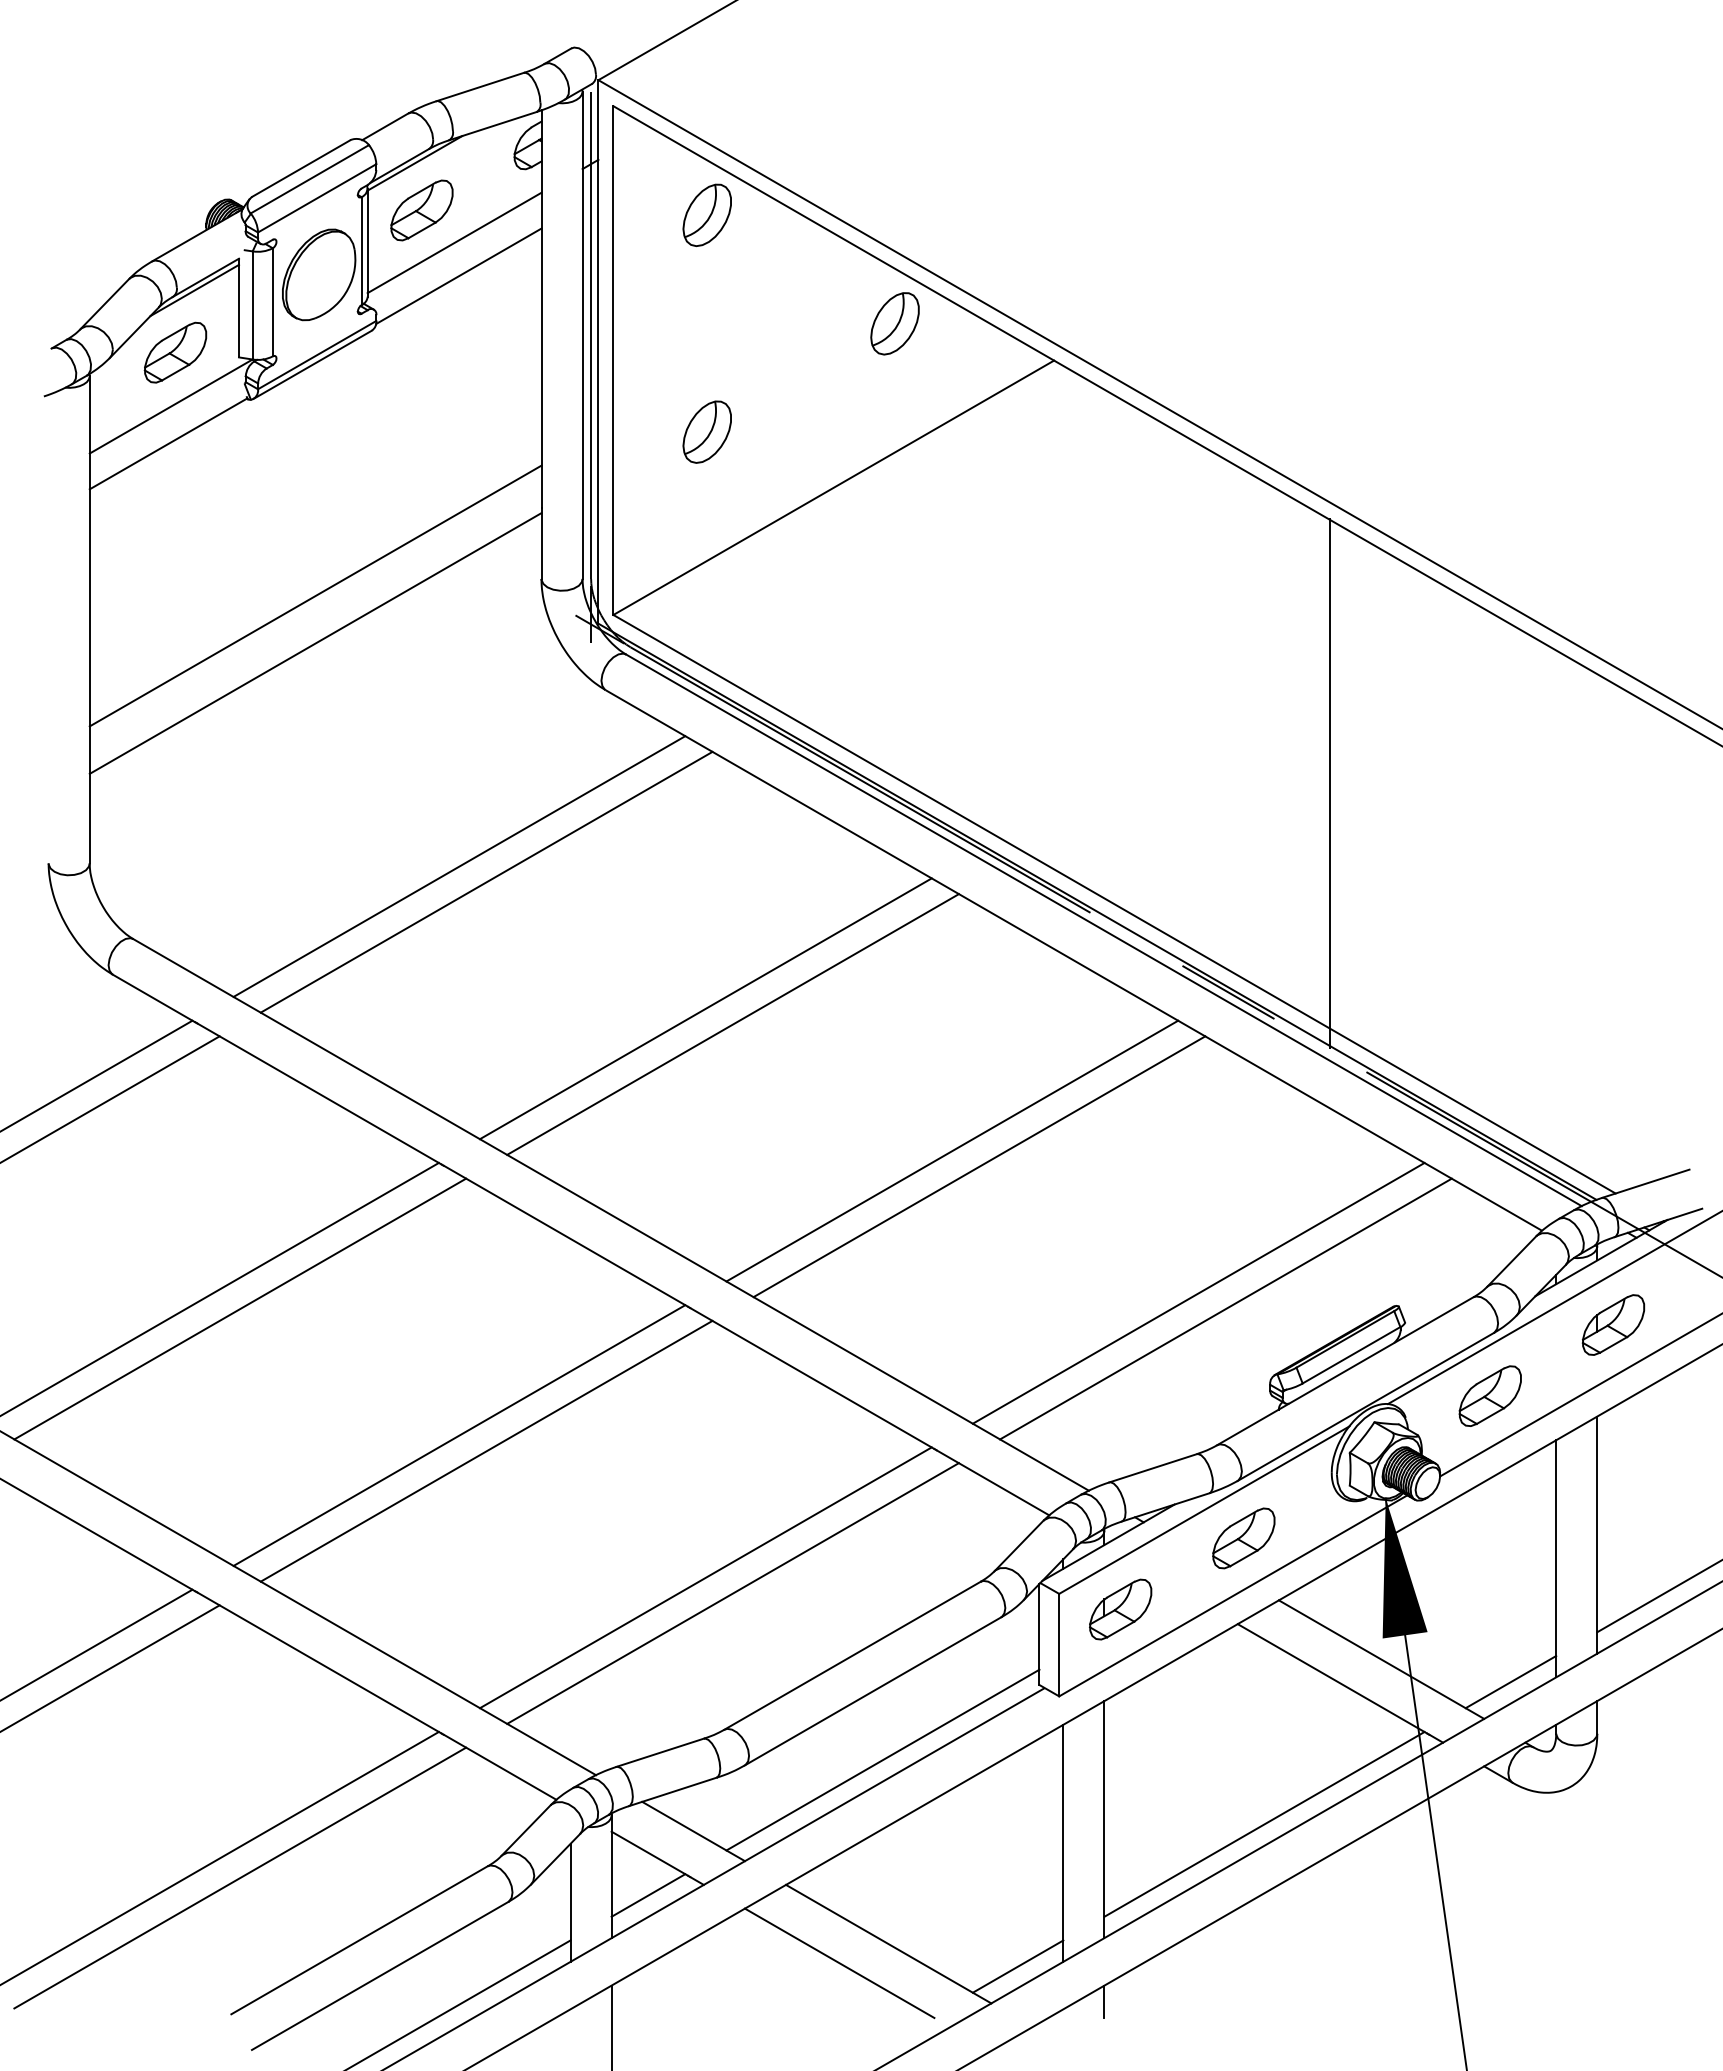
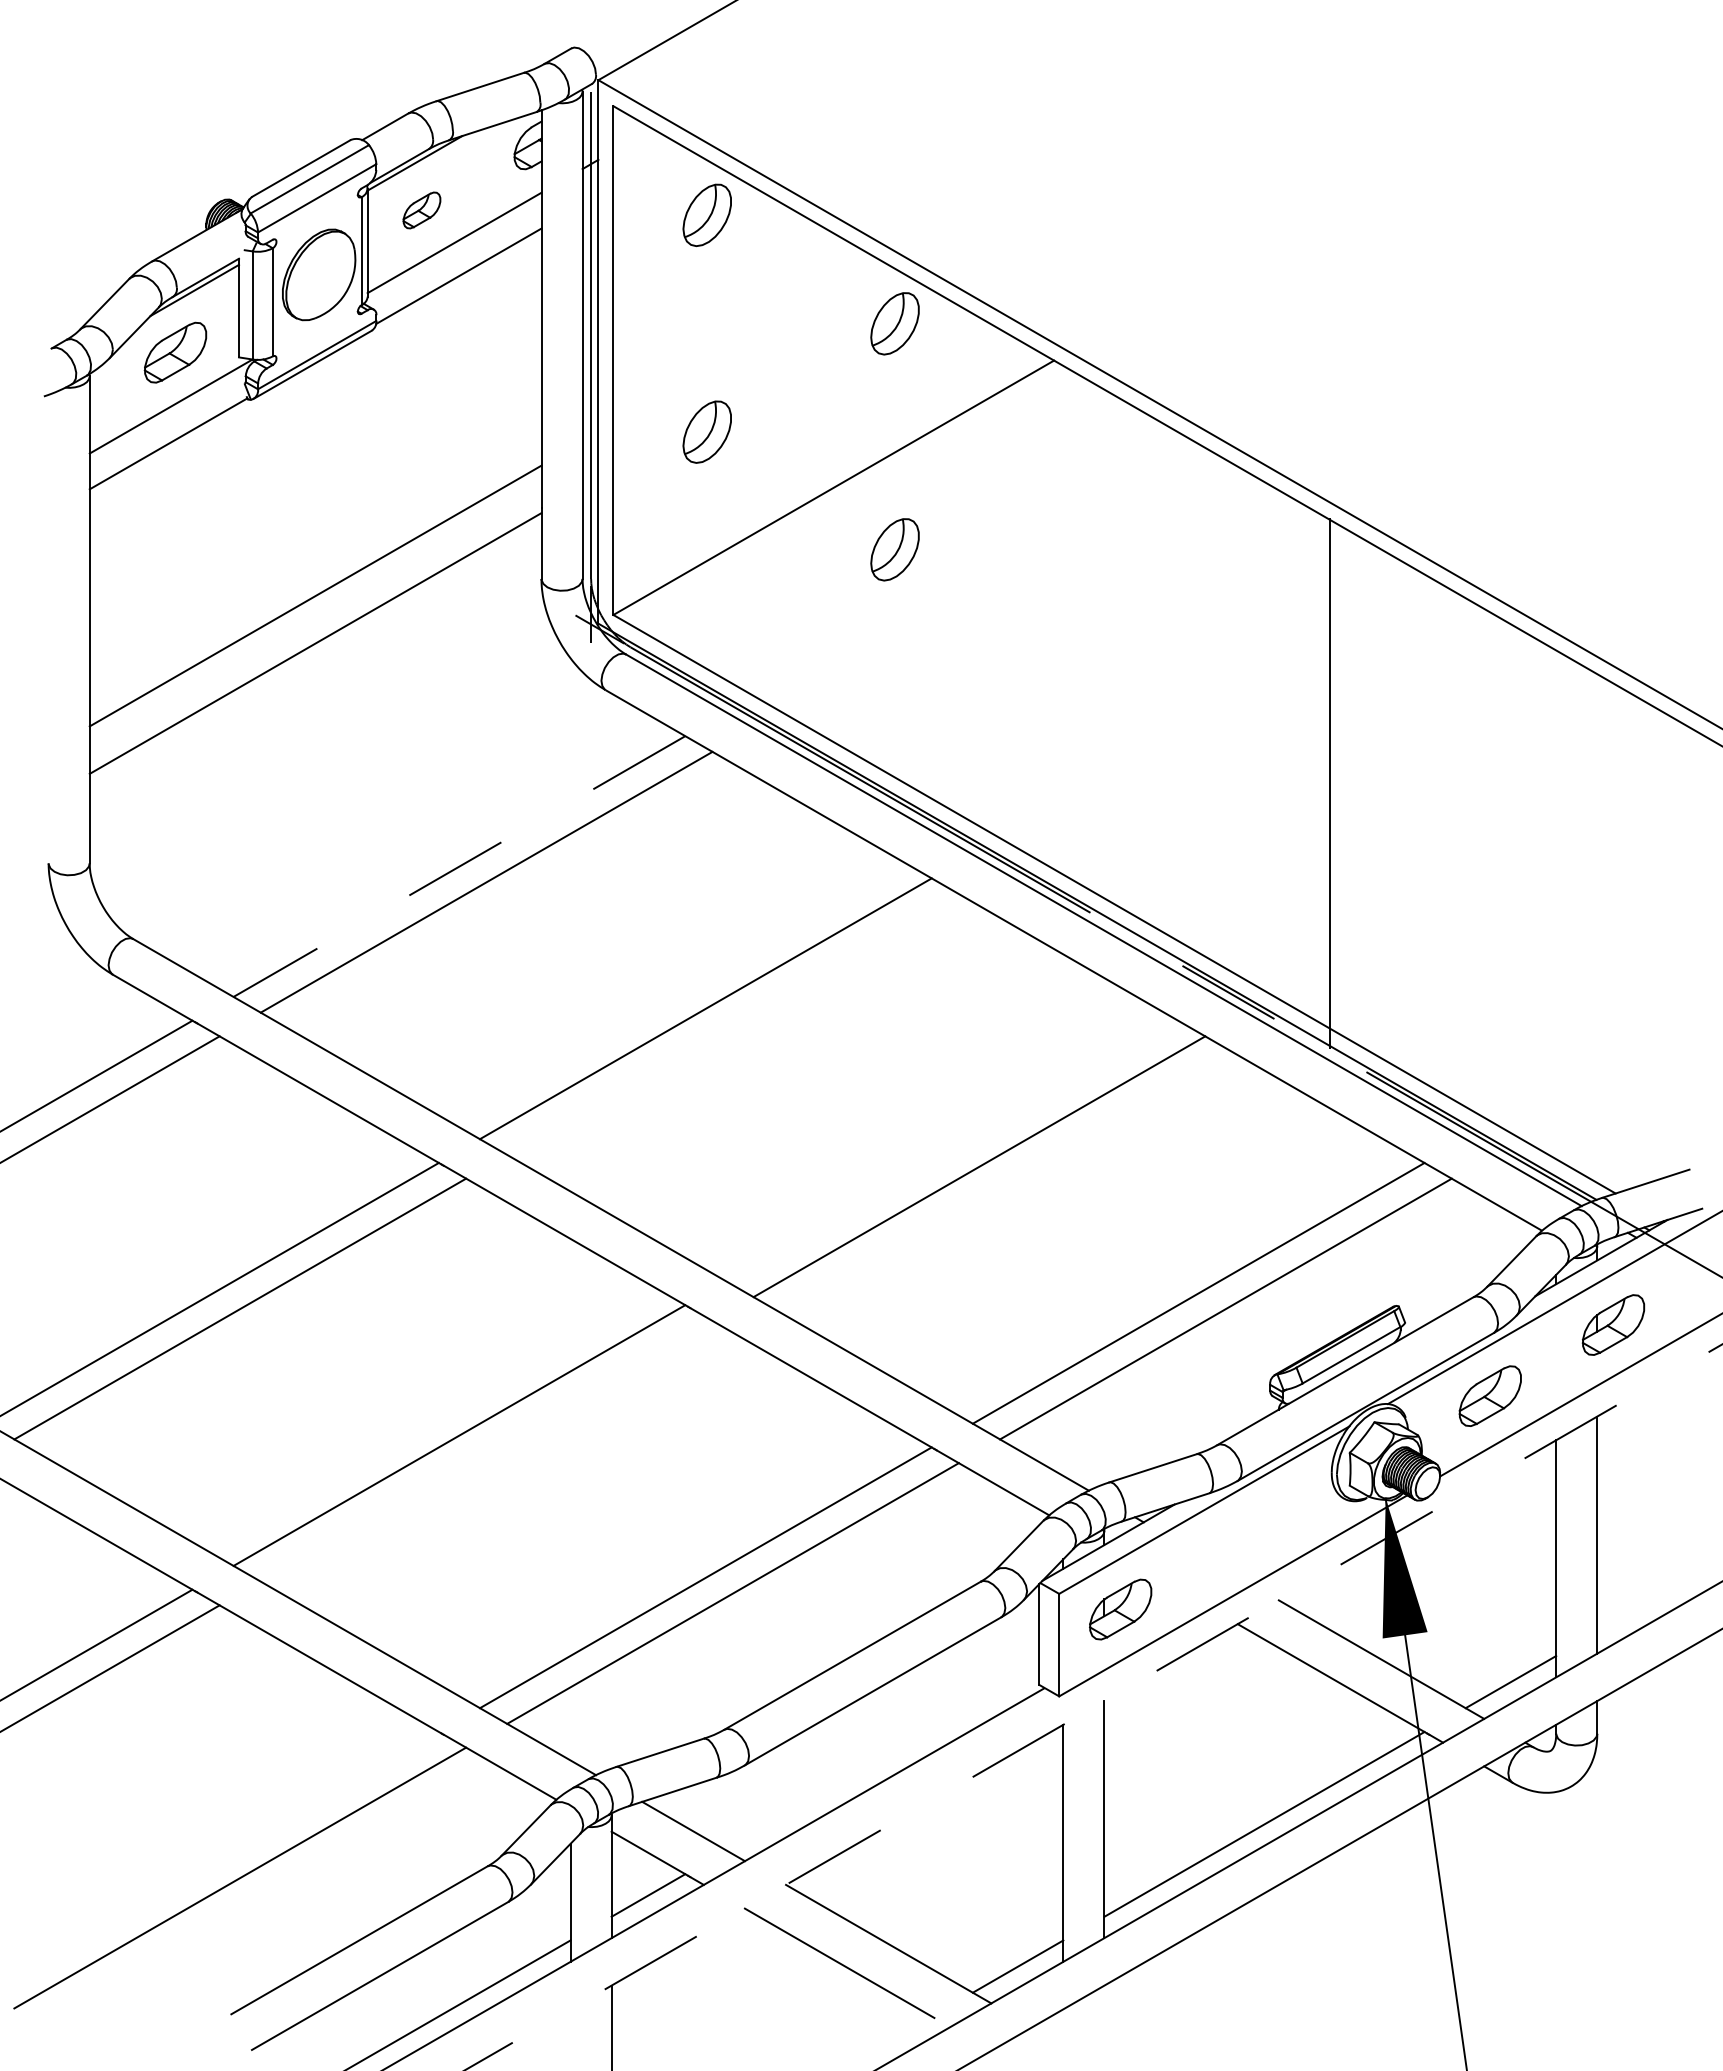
part at (421, 210) size: 64x63 px -> 40x39 px
part at (894, 549): none -> present
line at (459, 866): solid -> dashed
line at (732, 1024): present -> none
line at (952, 1150): present -> none
line at (486, 1450): present -> none
part at (1243, 1538): present -> none
line at (1658, 1596): present -> none
line at (1093, 1707): solid -> dashed
line at (882, 1759): present -> none
line at (220, 1857): present -> none
line at (1104, 2001): present -> none
